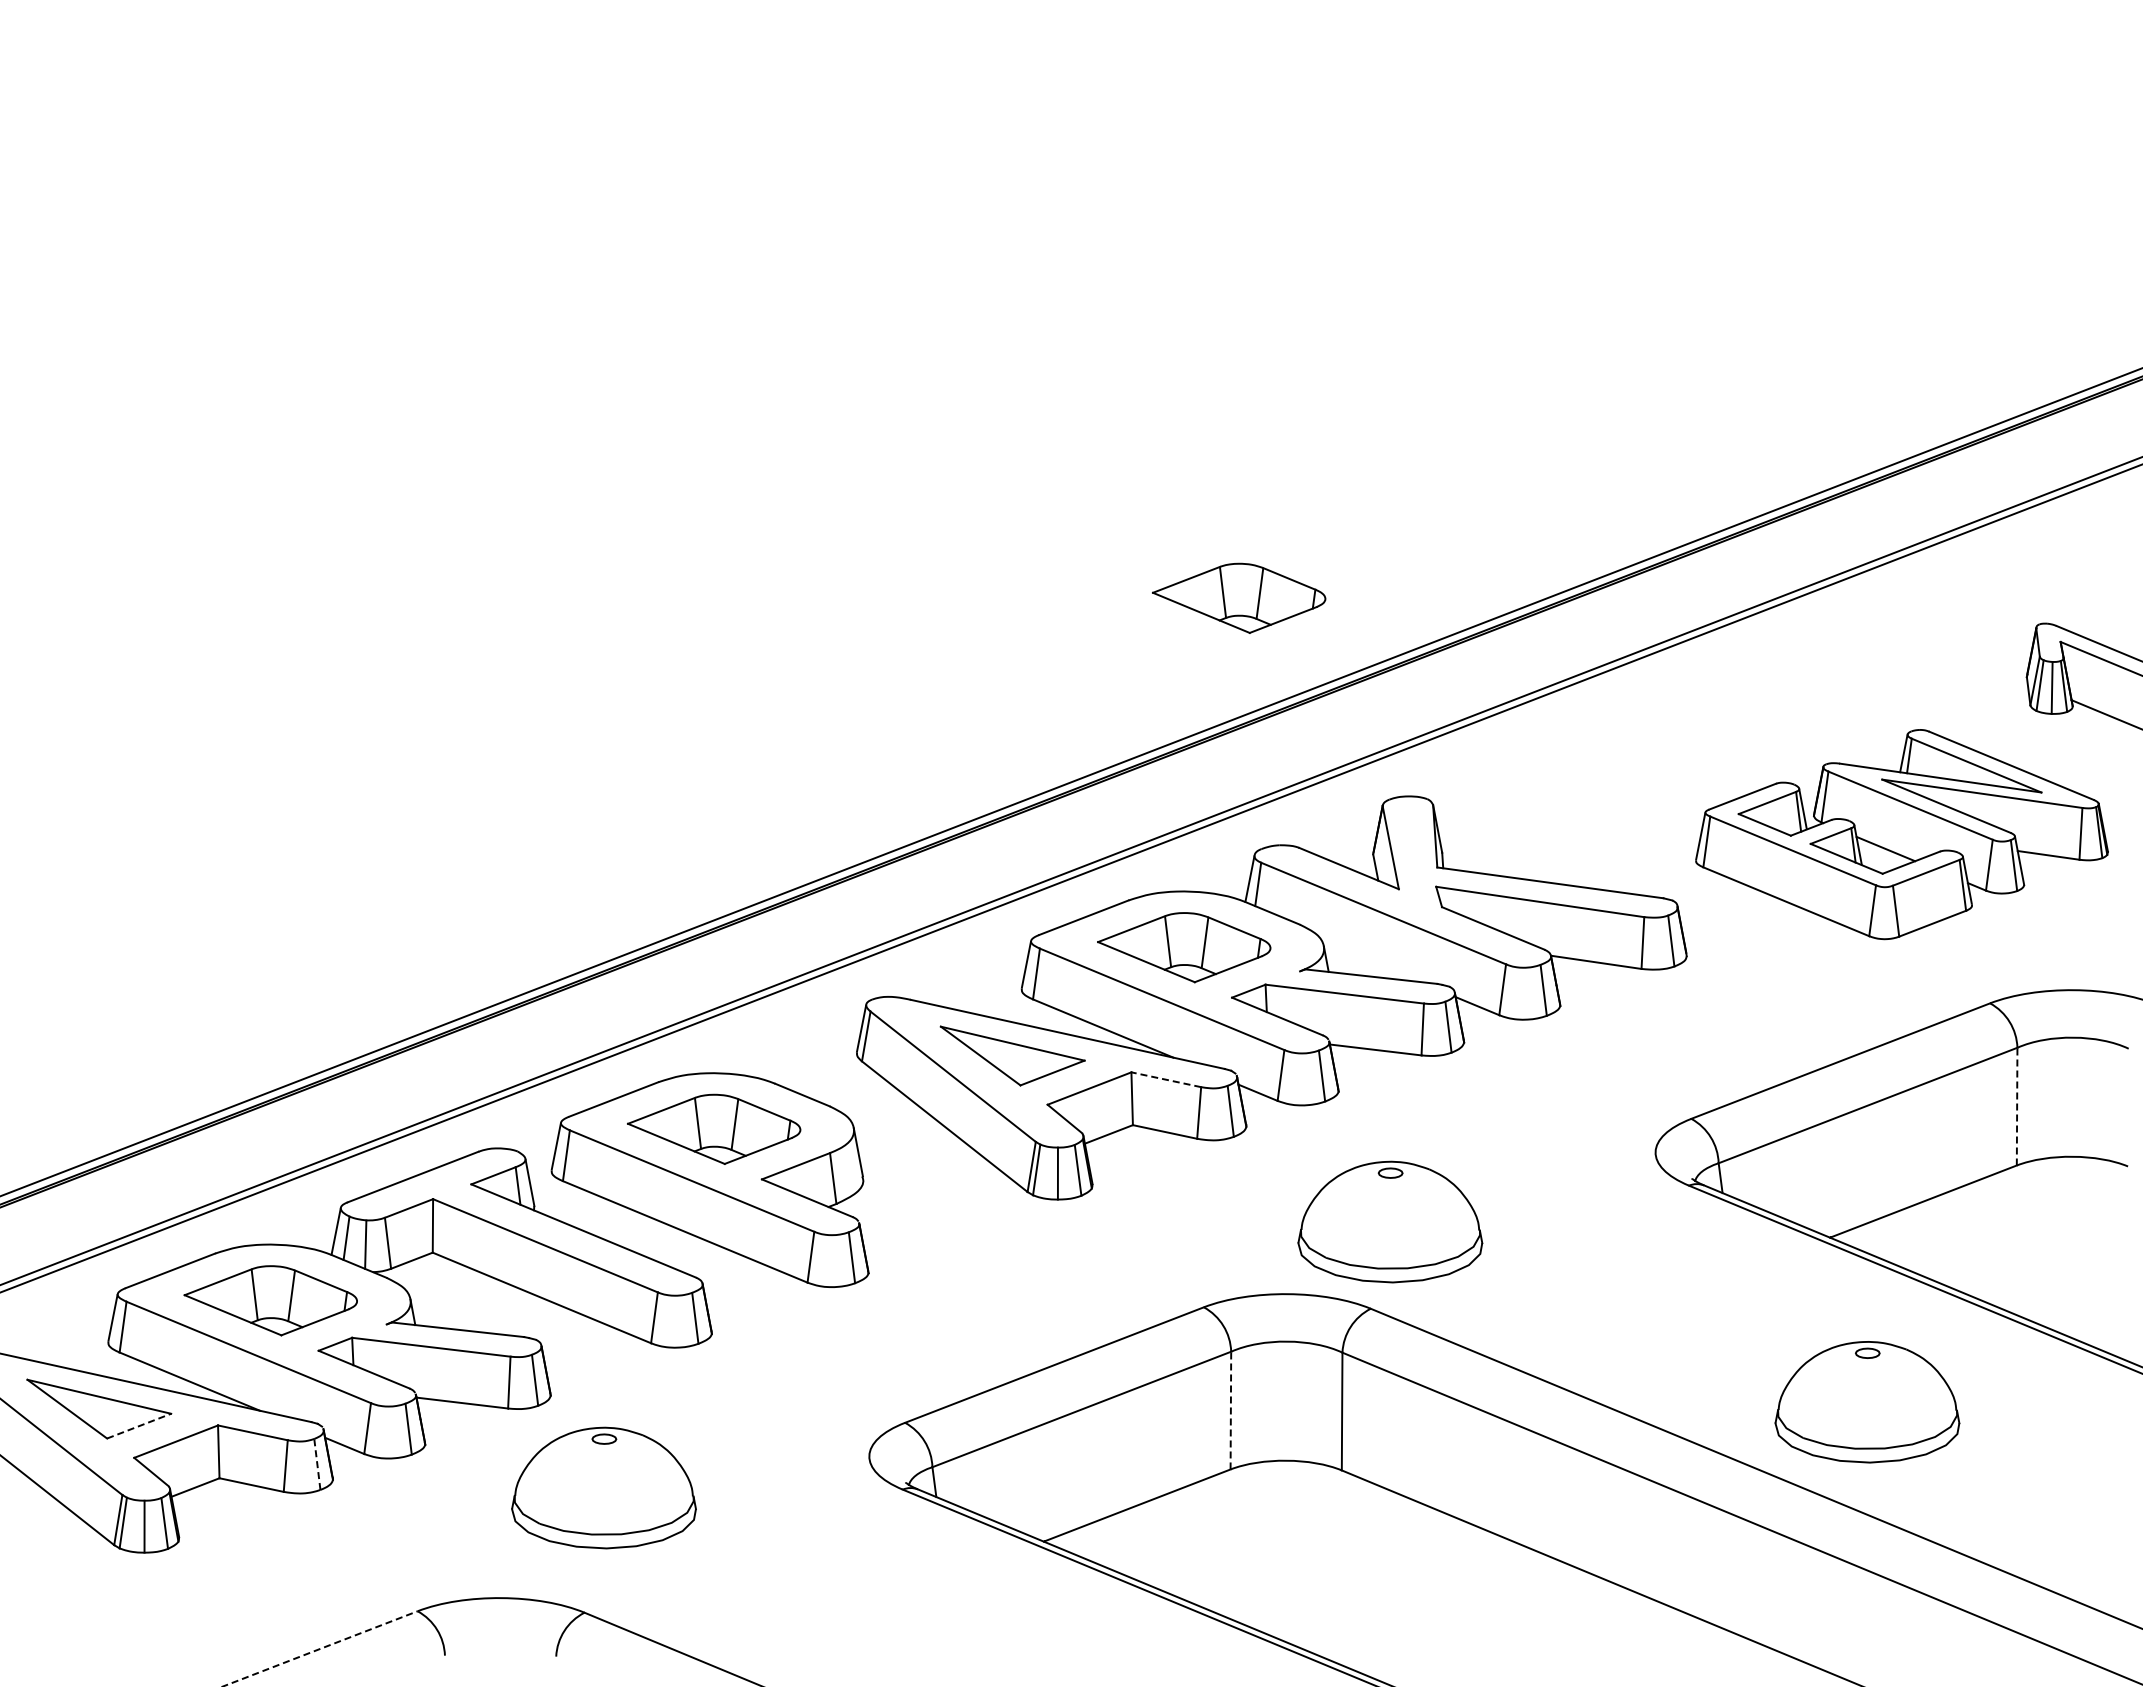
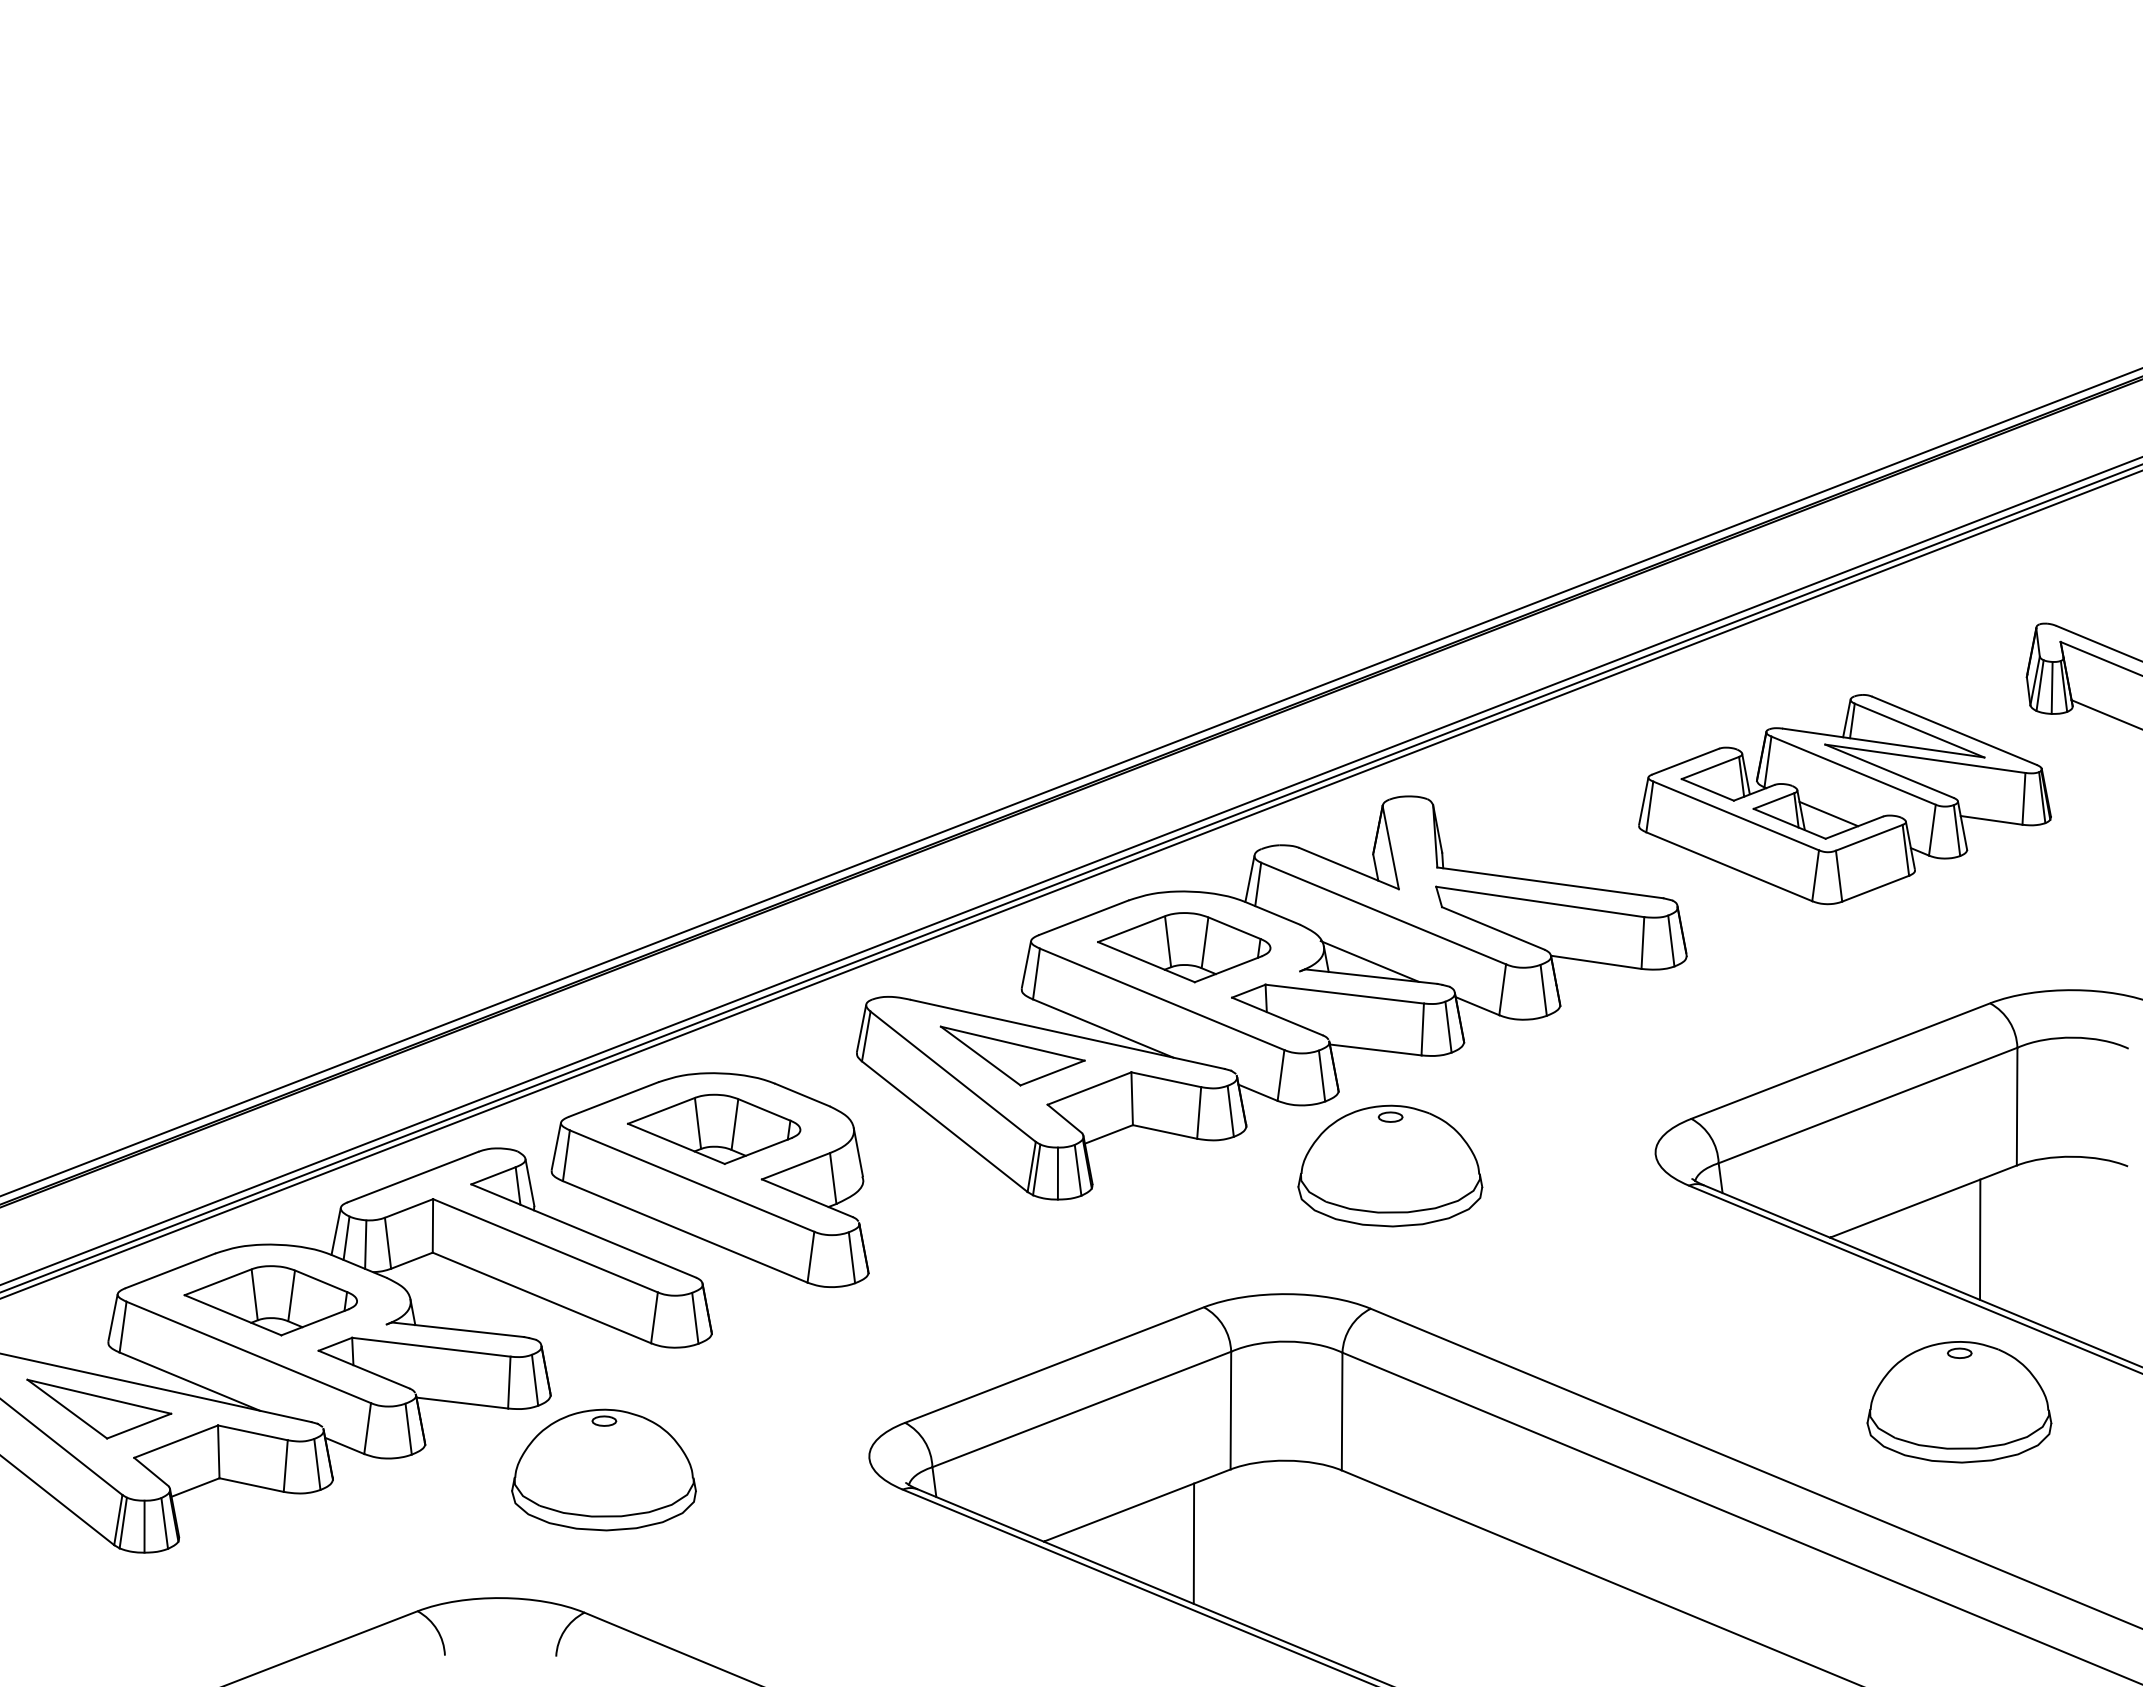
part at (1239, 597): present -> none
part at (1901, 834) position: (1901, 834) -> (1844, 799)
line at (1070, 884): none -> present
line at (1369, 961): none -> present
line at (1166, 1079): dashed -> solid
line at (2017, 1106): dashed -> solid
part at (1390, 1221) position: (1390, 1221) -> (1390, 1165)
line at (1980, 1239): none -> present
part at (1867, 1402) position: (1867, 1402) -> (1959, 1402)
line at (1230, 1410): dashed -> solid
line at (139, 1425): dashed -> solid
line at (317, 1464): dashed -> solid
part at (603, 1487) position: (603, 1487) -> (603, 1469)
line at (1193, 1543): none -> present
line at (319, 1649): dashed -> solid
